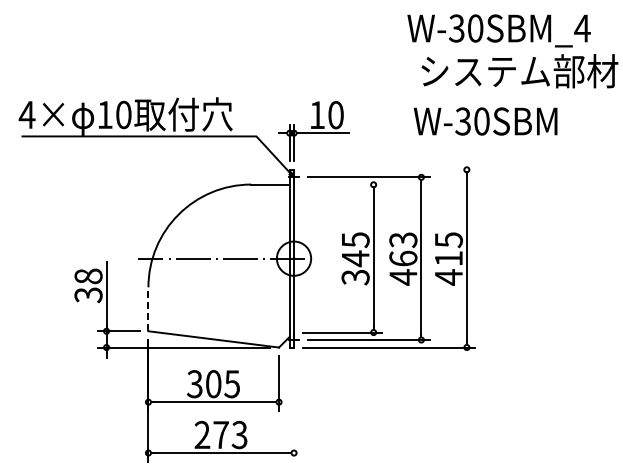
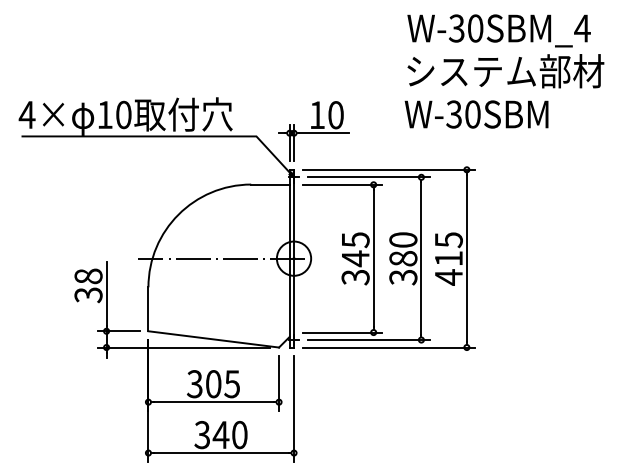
text at (519, 71) position: (519, 71) -> (505, 71)
text at (485, 121) position: (485, 121) -> (476, 114)
line at (388, 169): none -> present
line at (342, 184): none -> present
text at (403, 258): 463 -> 380
line at (148, 309): dashed -> solid
line at (294, 408): none -> present
text at (220, 435): 273 -> 340
